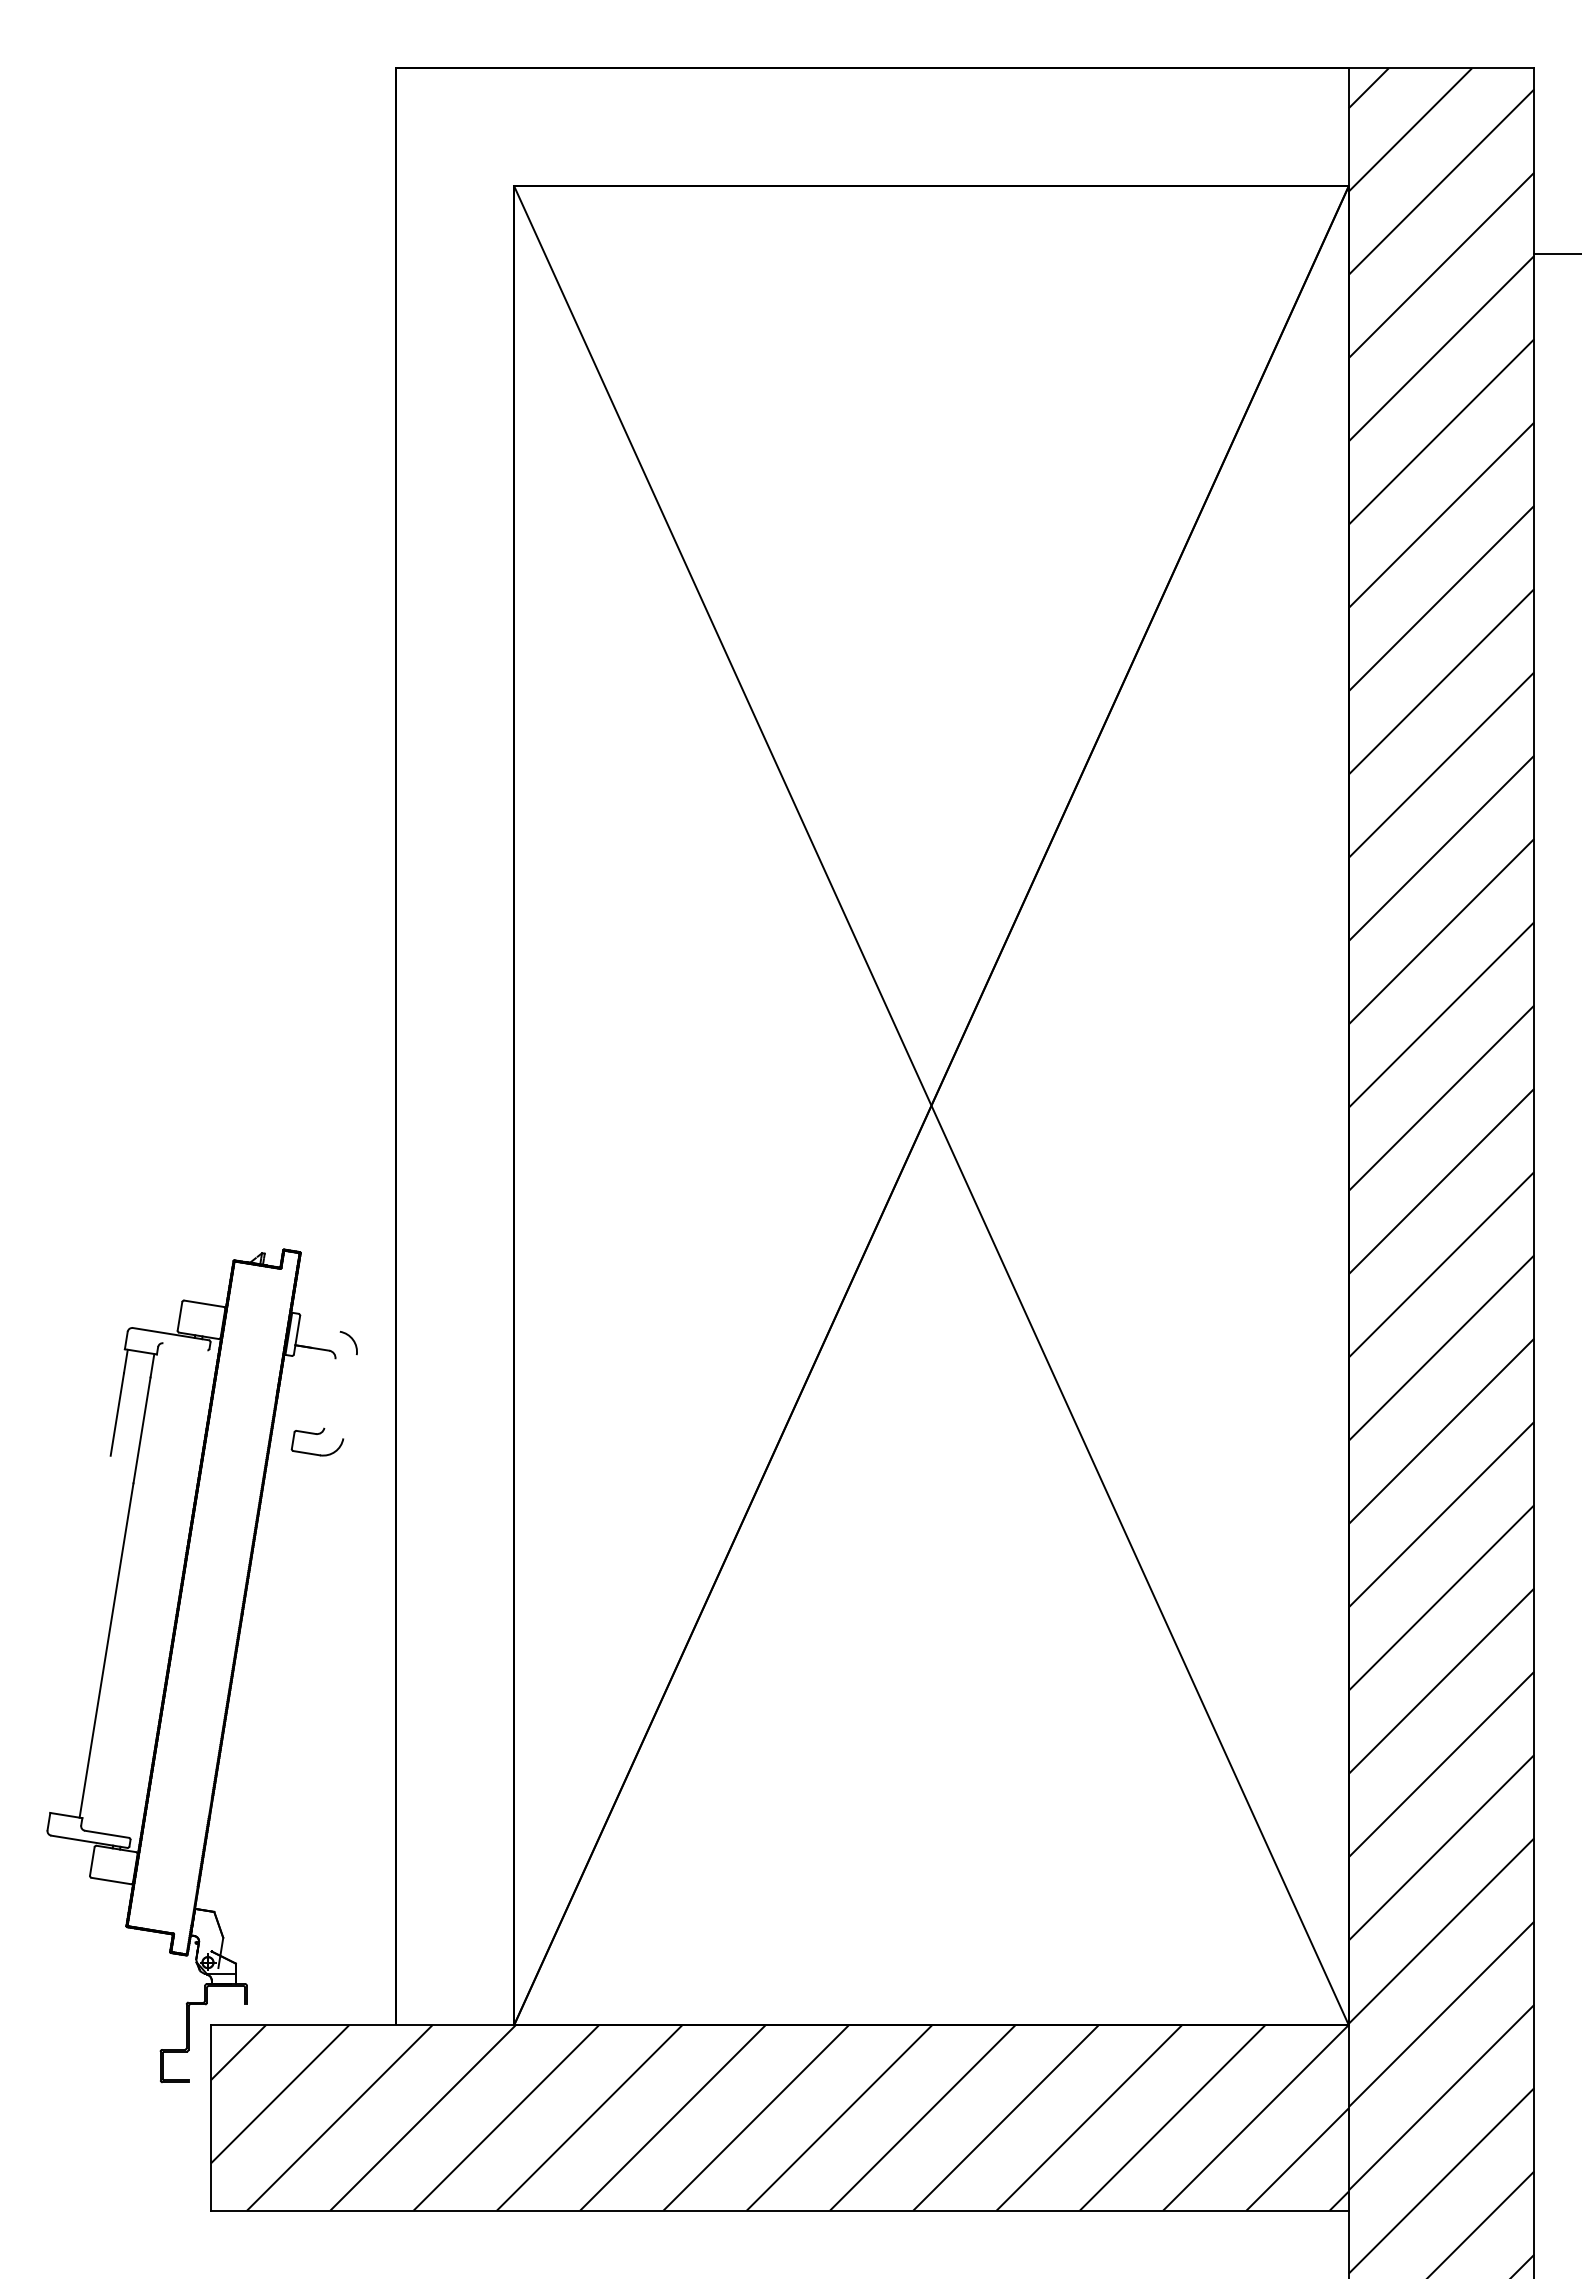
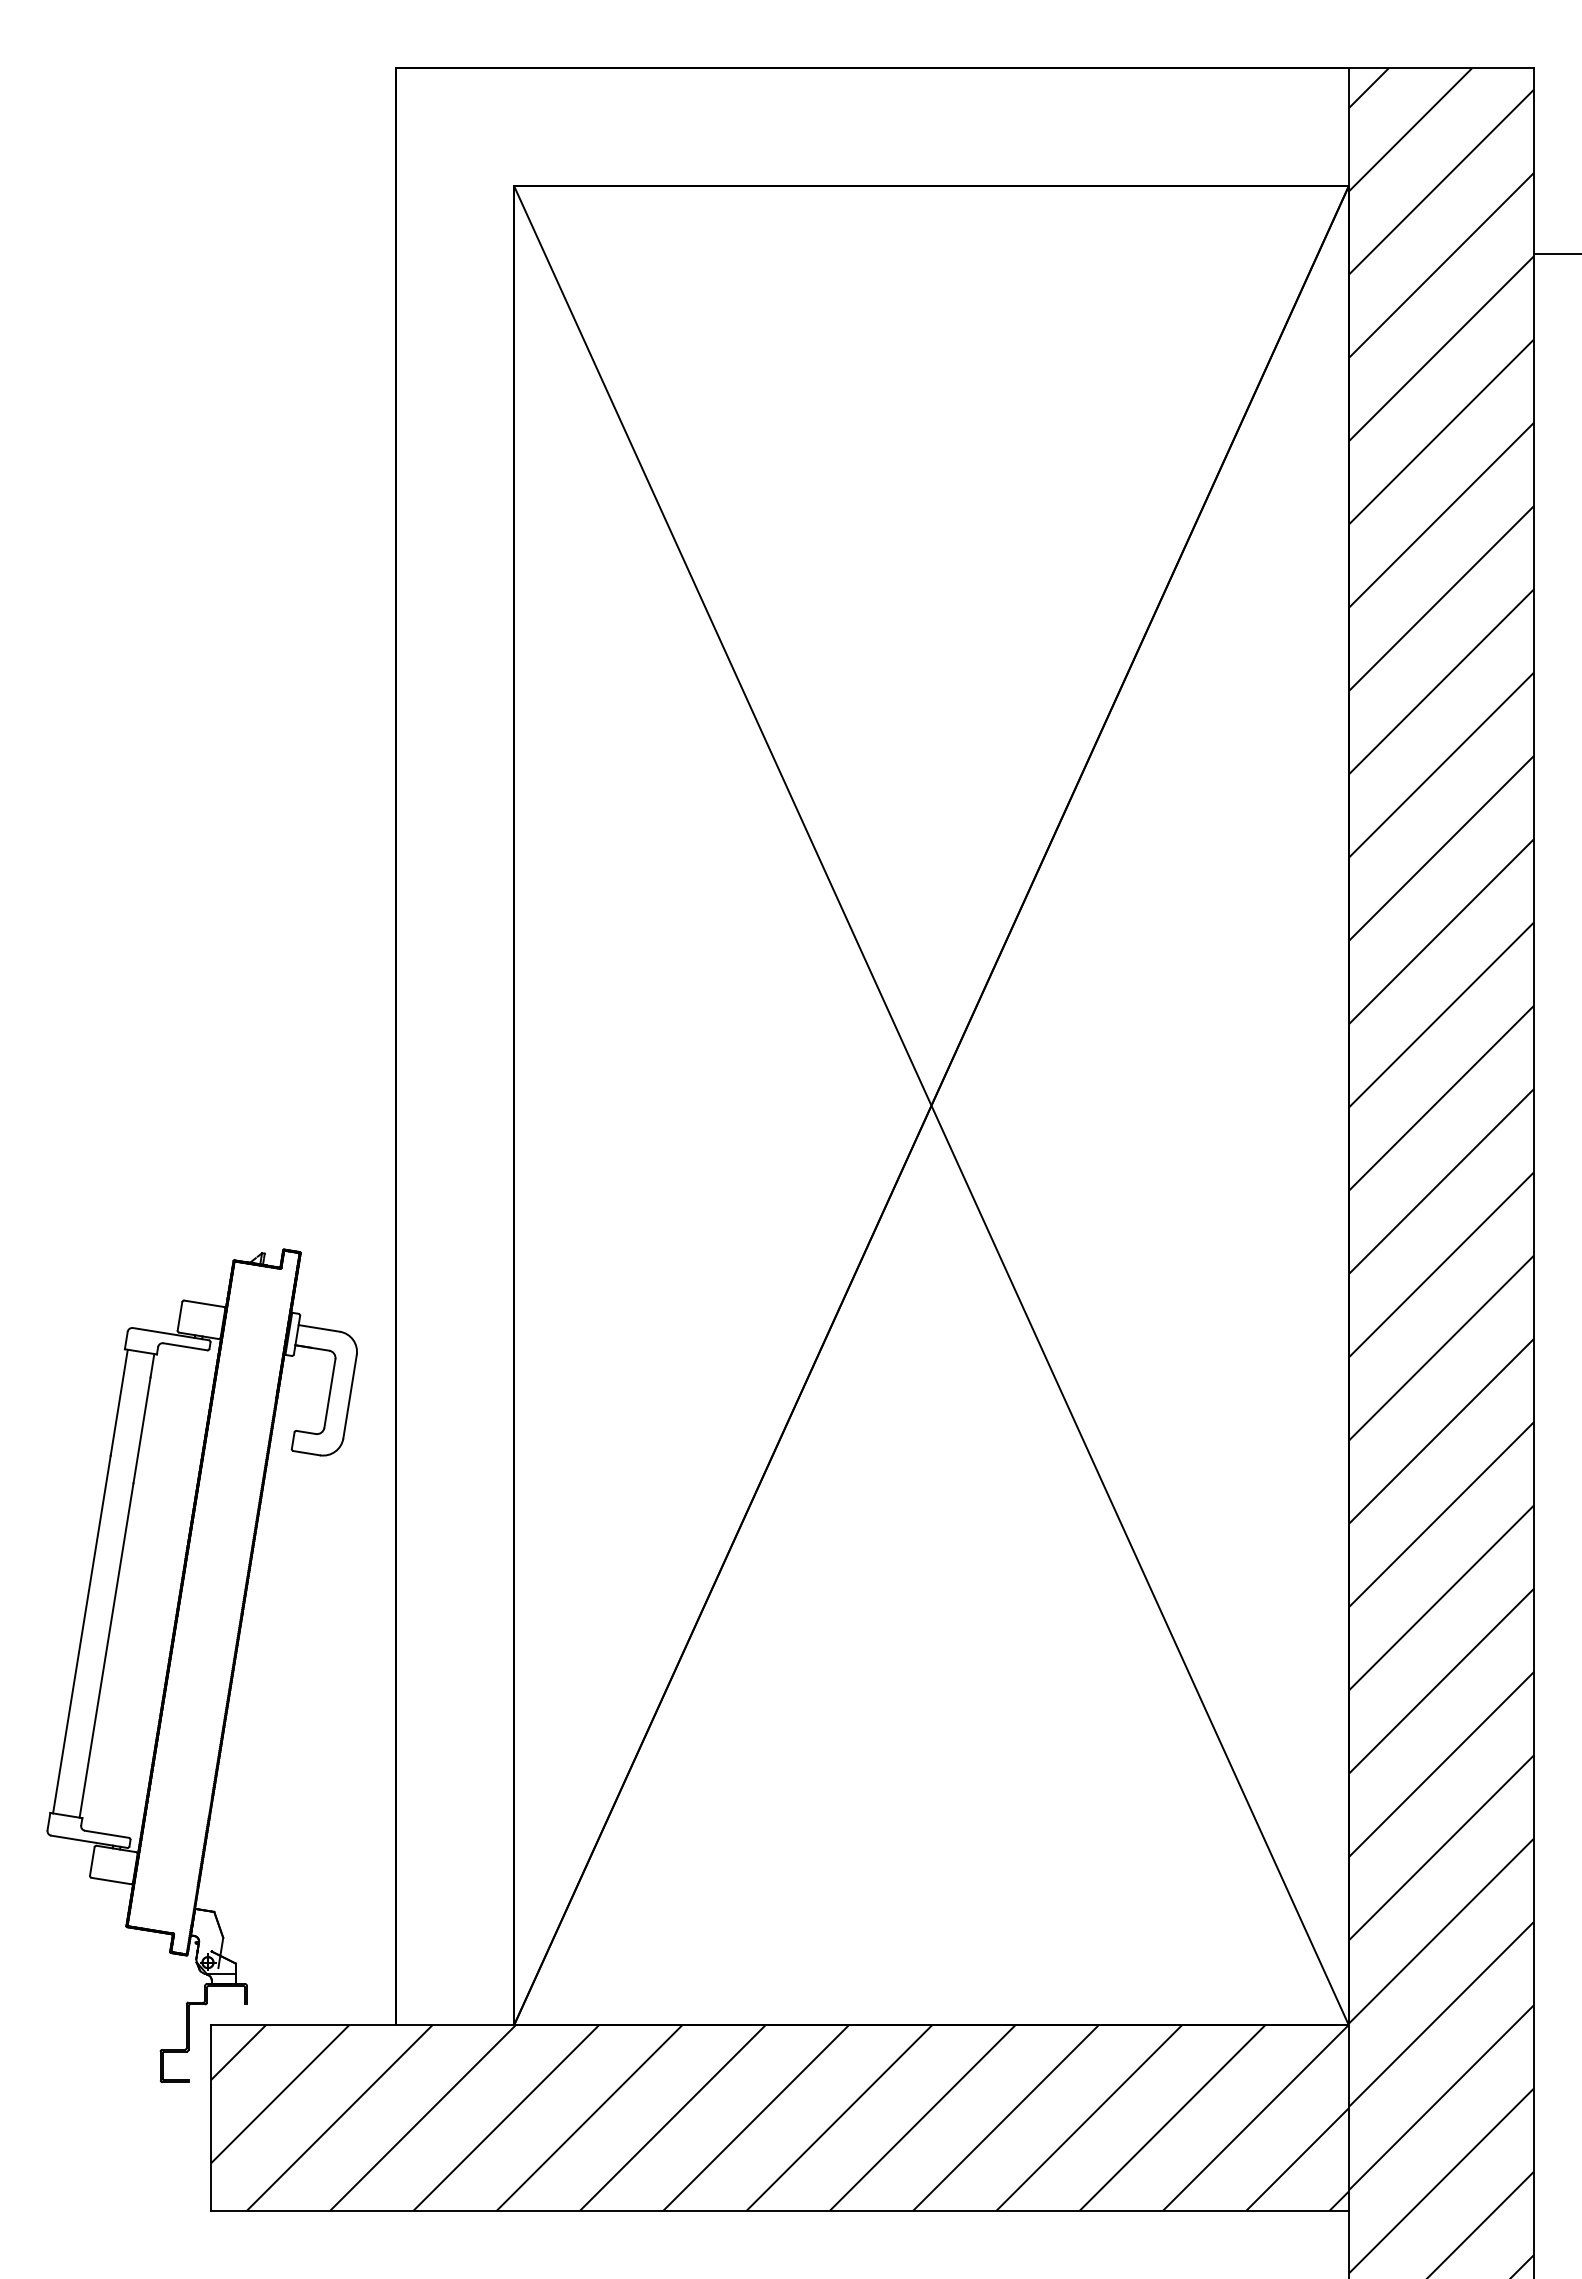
line at (318, 1328): none -> present
line at (185, 1346): none -> present
line at (329, 1393): none -> present
line at (349, 1396): none -> present
line at (81, 1634): none -> present
